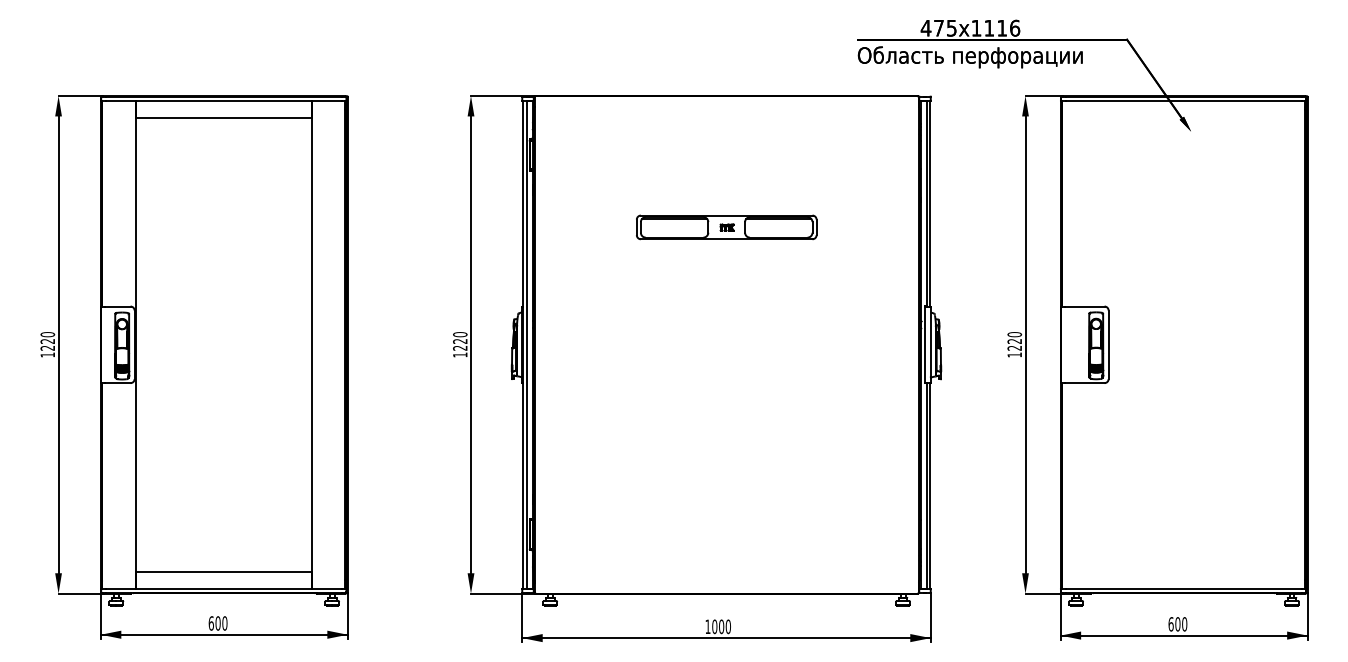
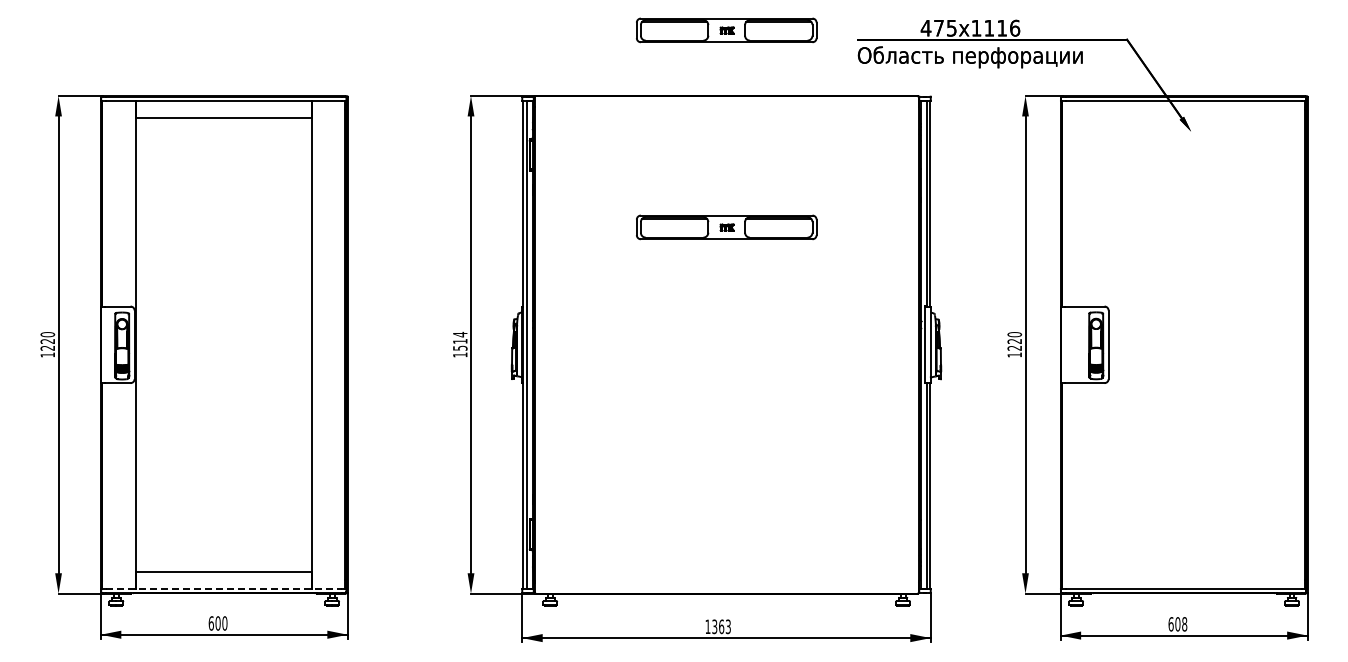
part at (726, 30): none -> present
text at (460, 340): 1220 -> 1514
line at (224, 588): solid -> dashed
text at (1184, 624): 600 -> 608
text at (721, 626): 1000 -> 1363
